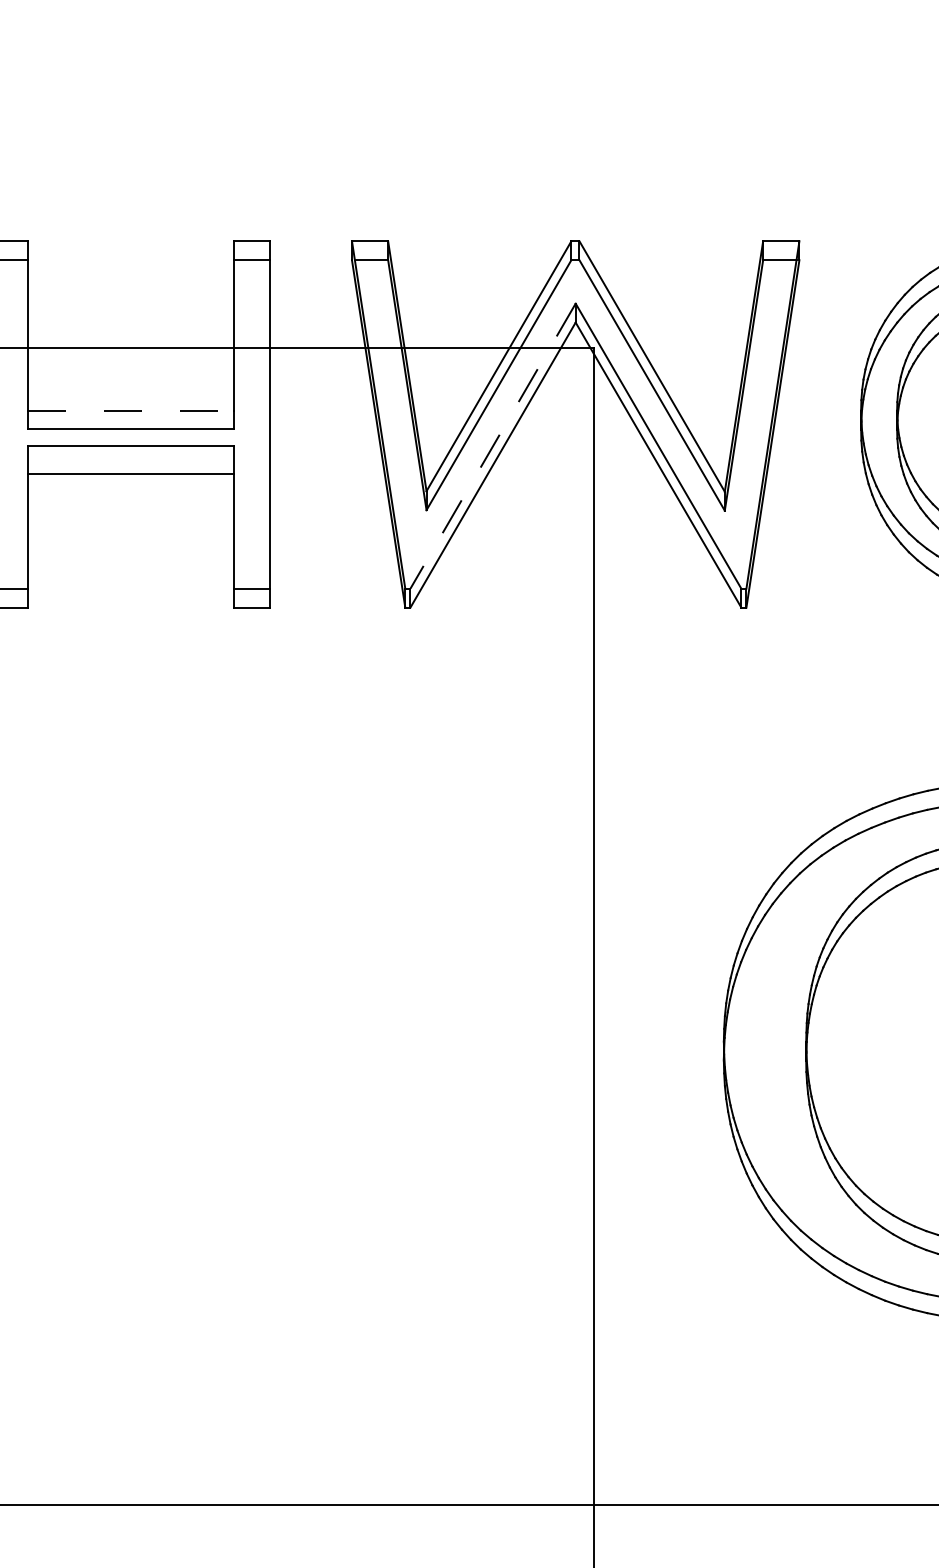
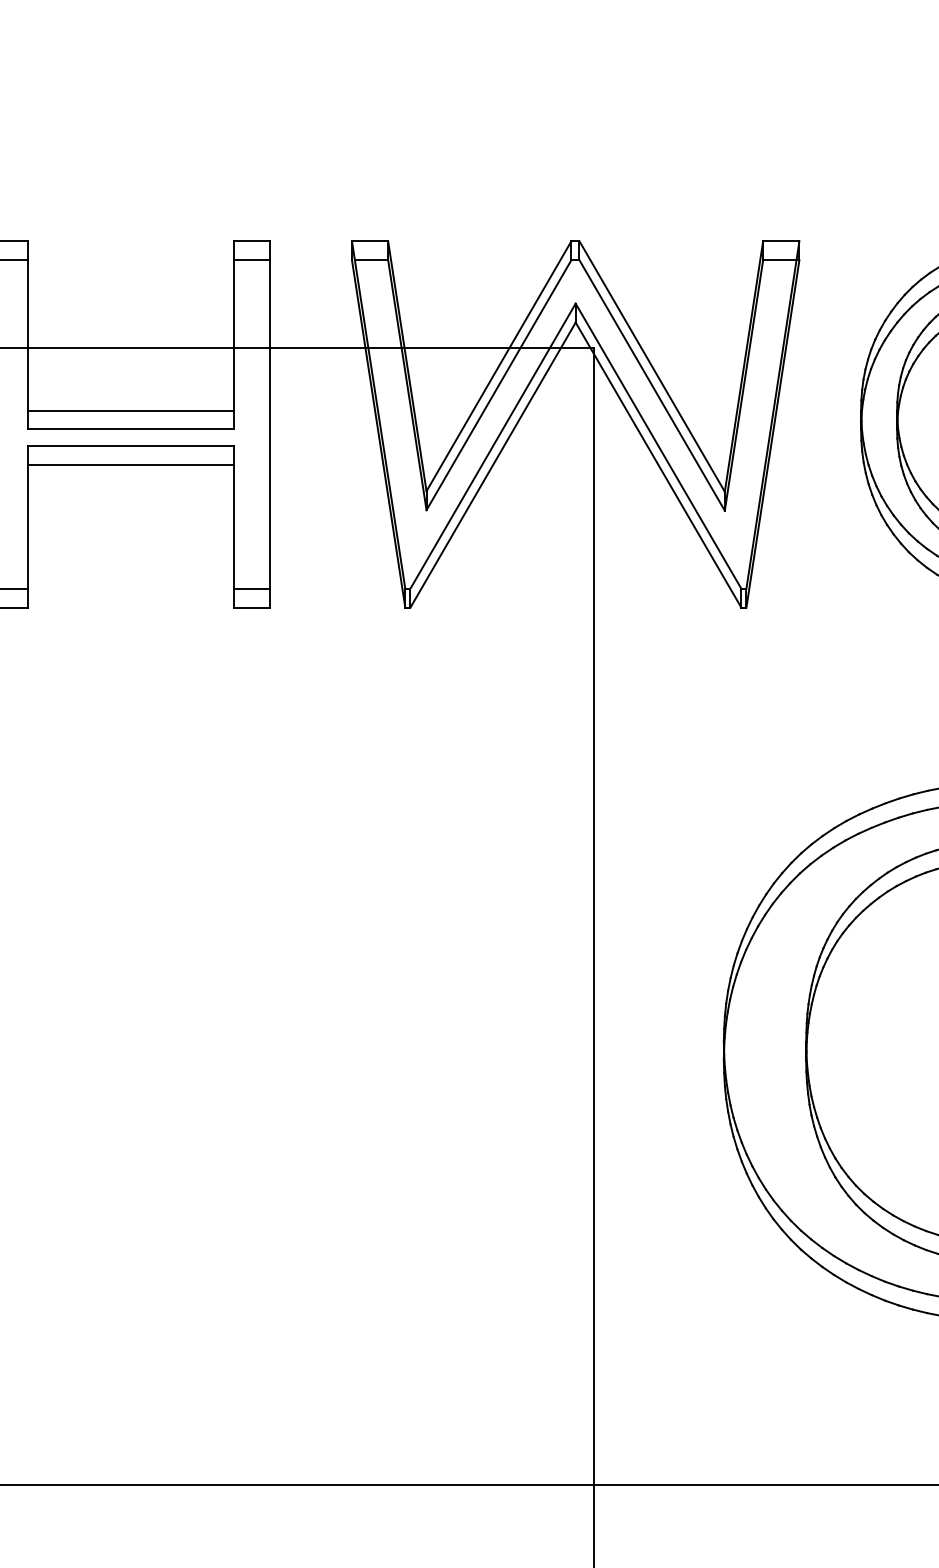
line at (130, 410): dashed -> solid
line at (493, 446): dashed -> solid
line at (130, 474) position: (130, 474) -> (130, 465)
line at (468, 1505) position: (468, 1505) -> (468, 1485)
